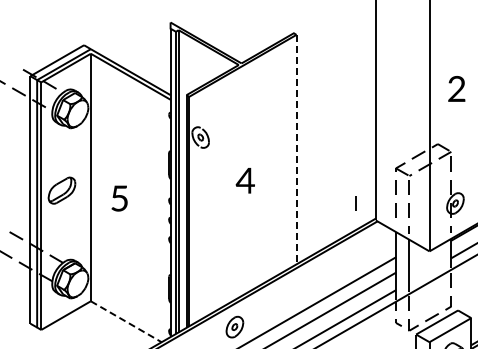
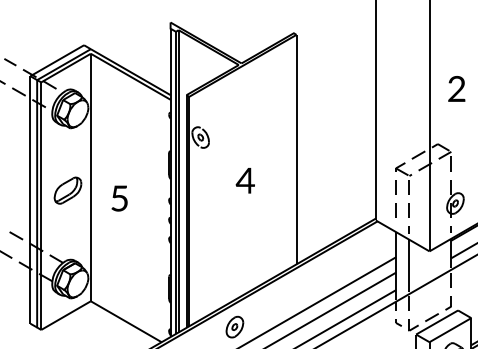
line at (10, 62): none -> present
line at (296, 149): dashed -> solid
part at (61, 190) position: (61, 190) -> (67, 190)
line at (355, 203): present -> none
line at (126, 321): dashed -> solid
